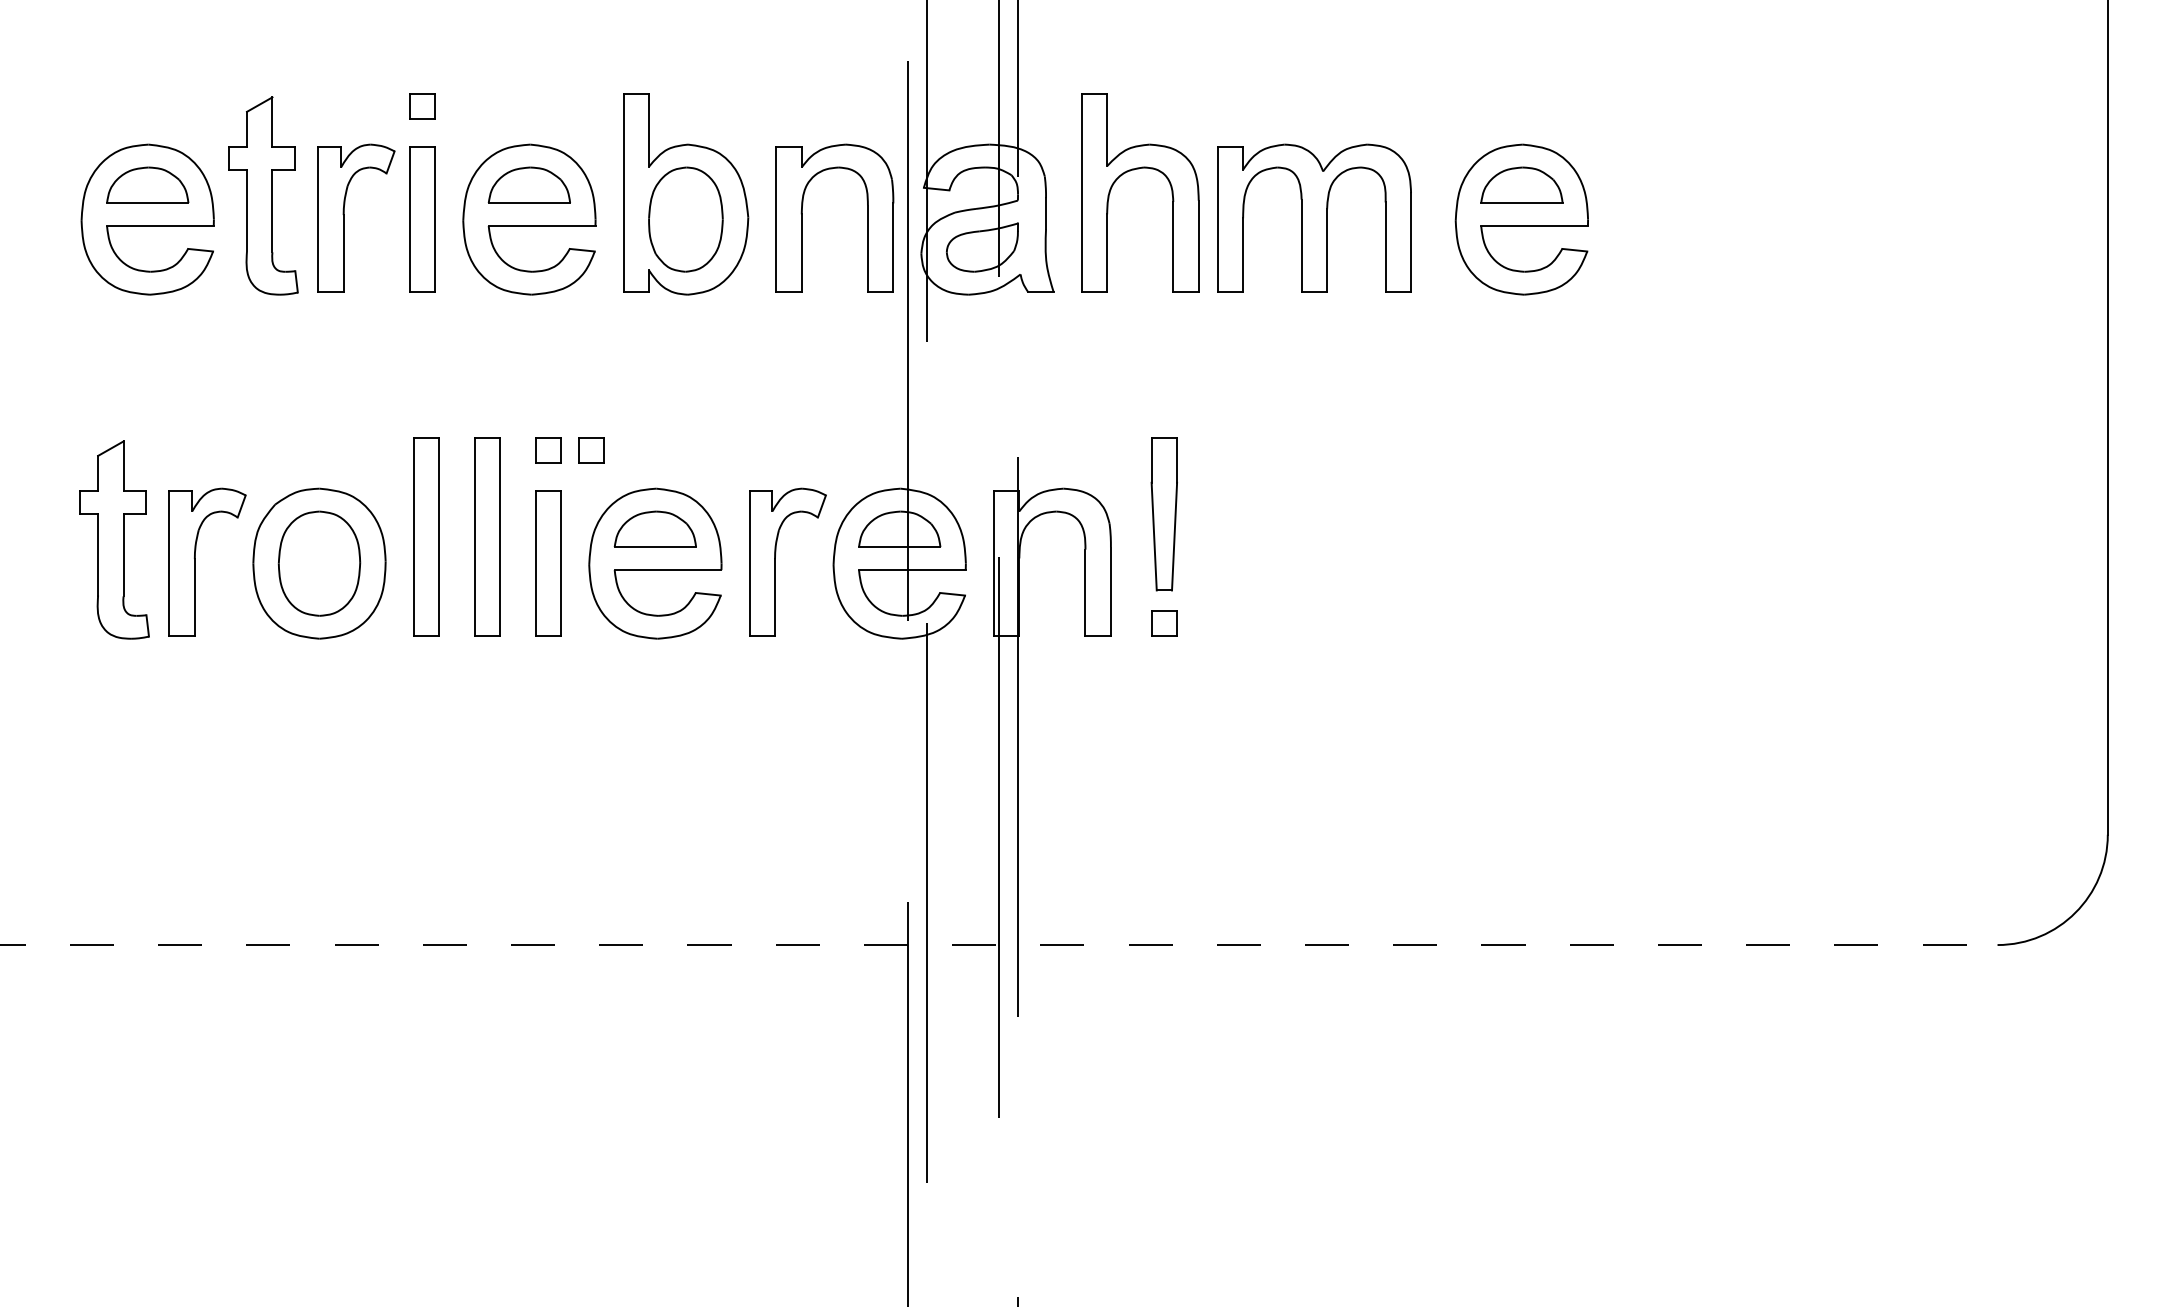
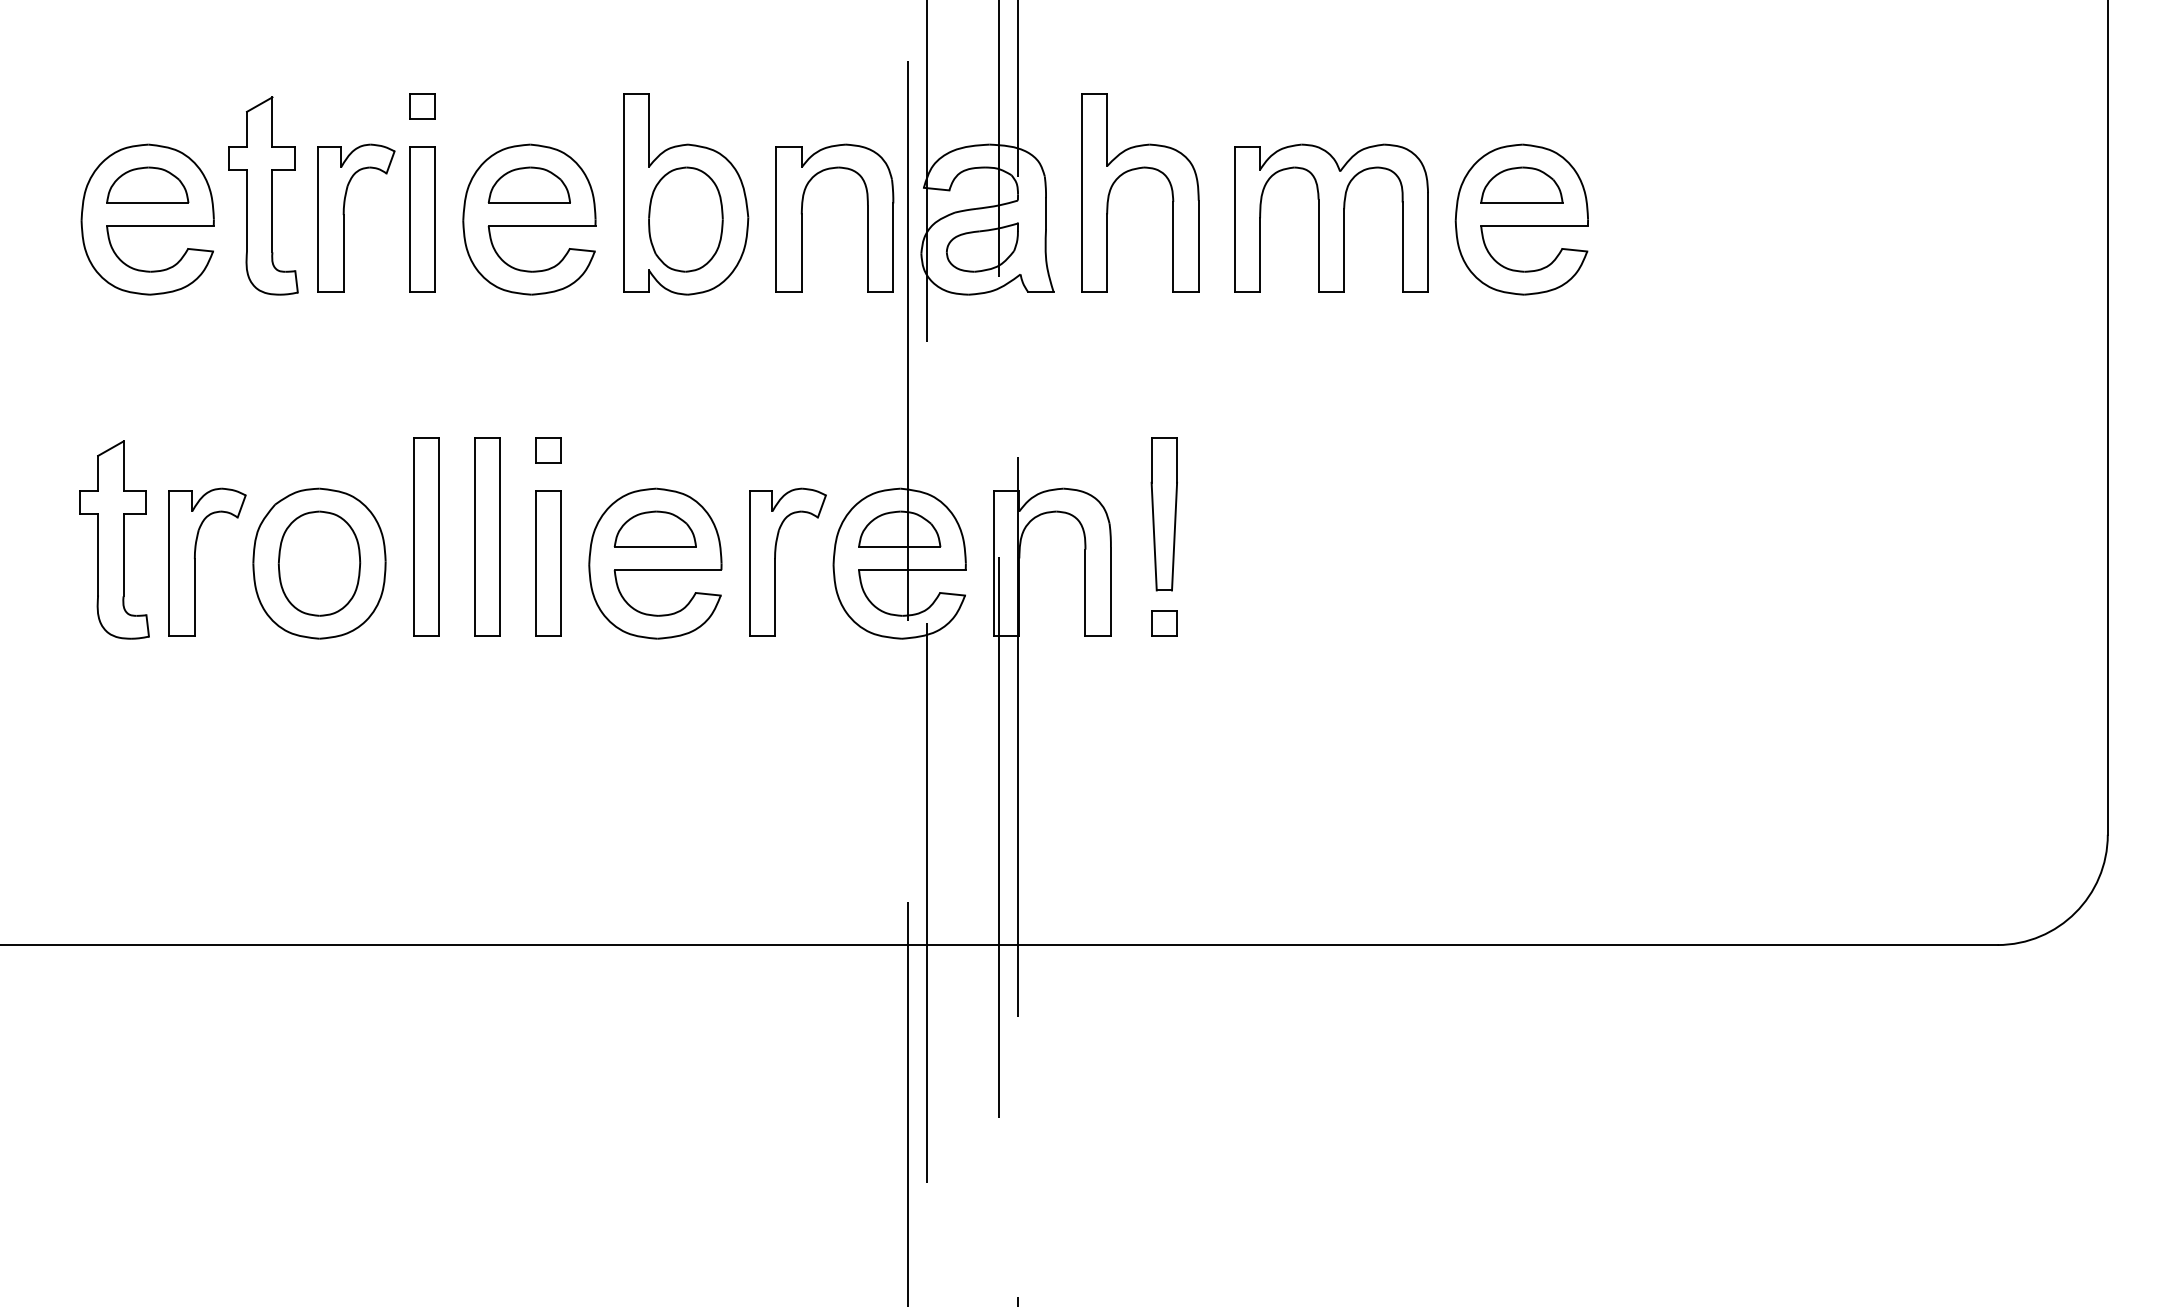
part at (1314, 217) position: (1314, 217) -> (1331, 217)
part at (591, 450): present -> none
line at (999, 945): dashed -> solid
